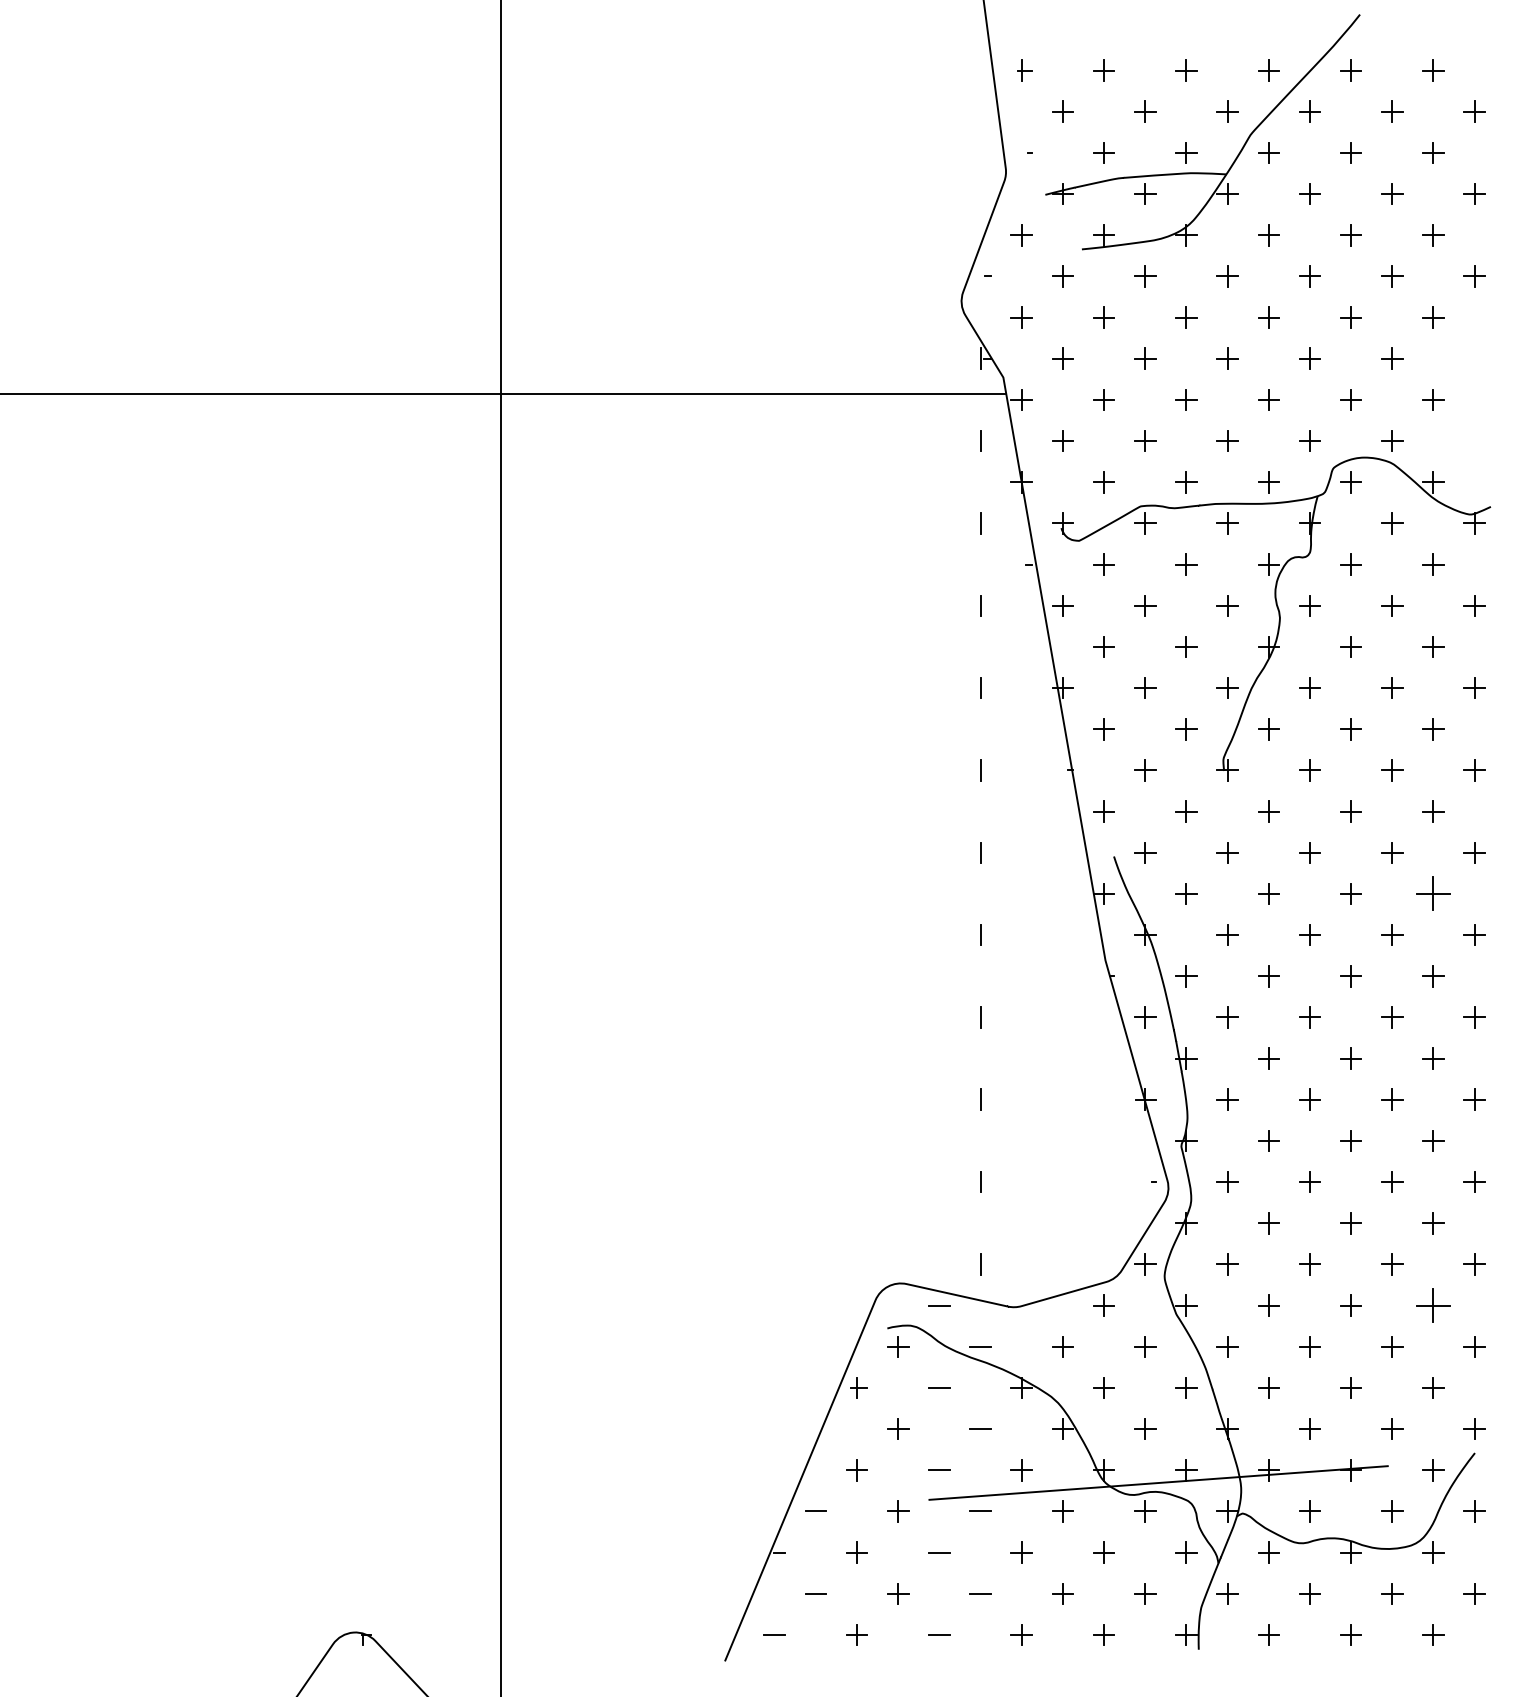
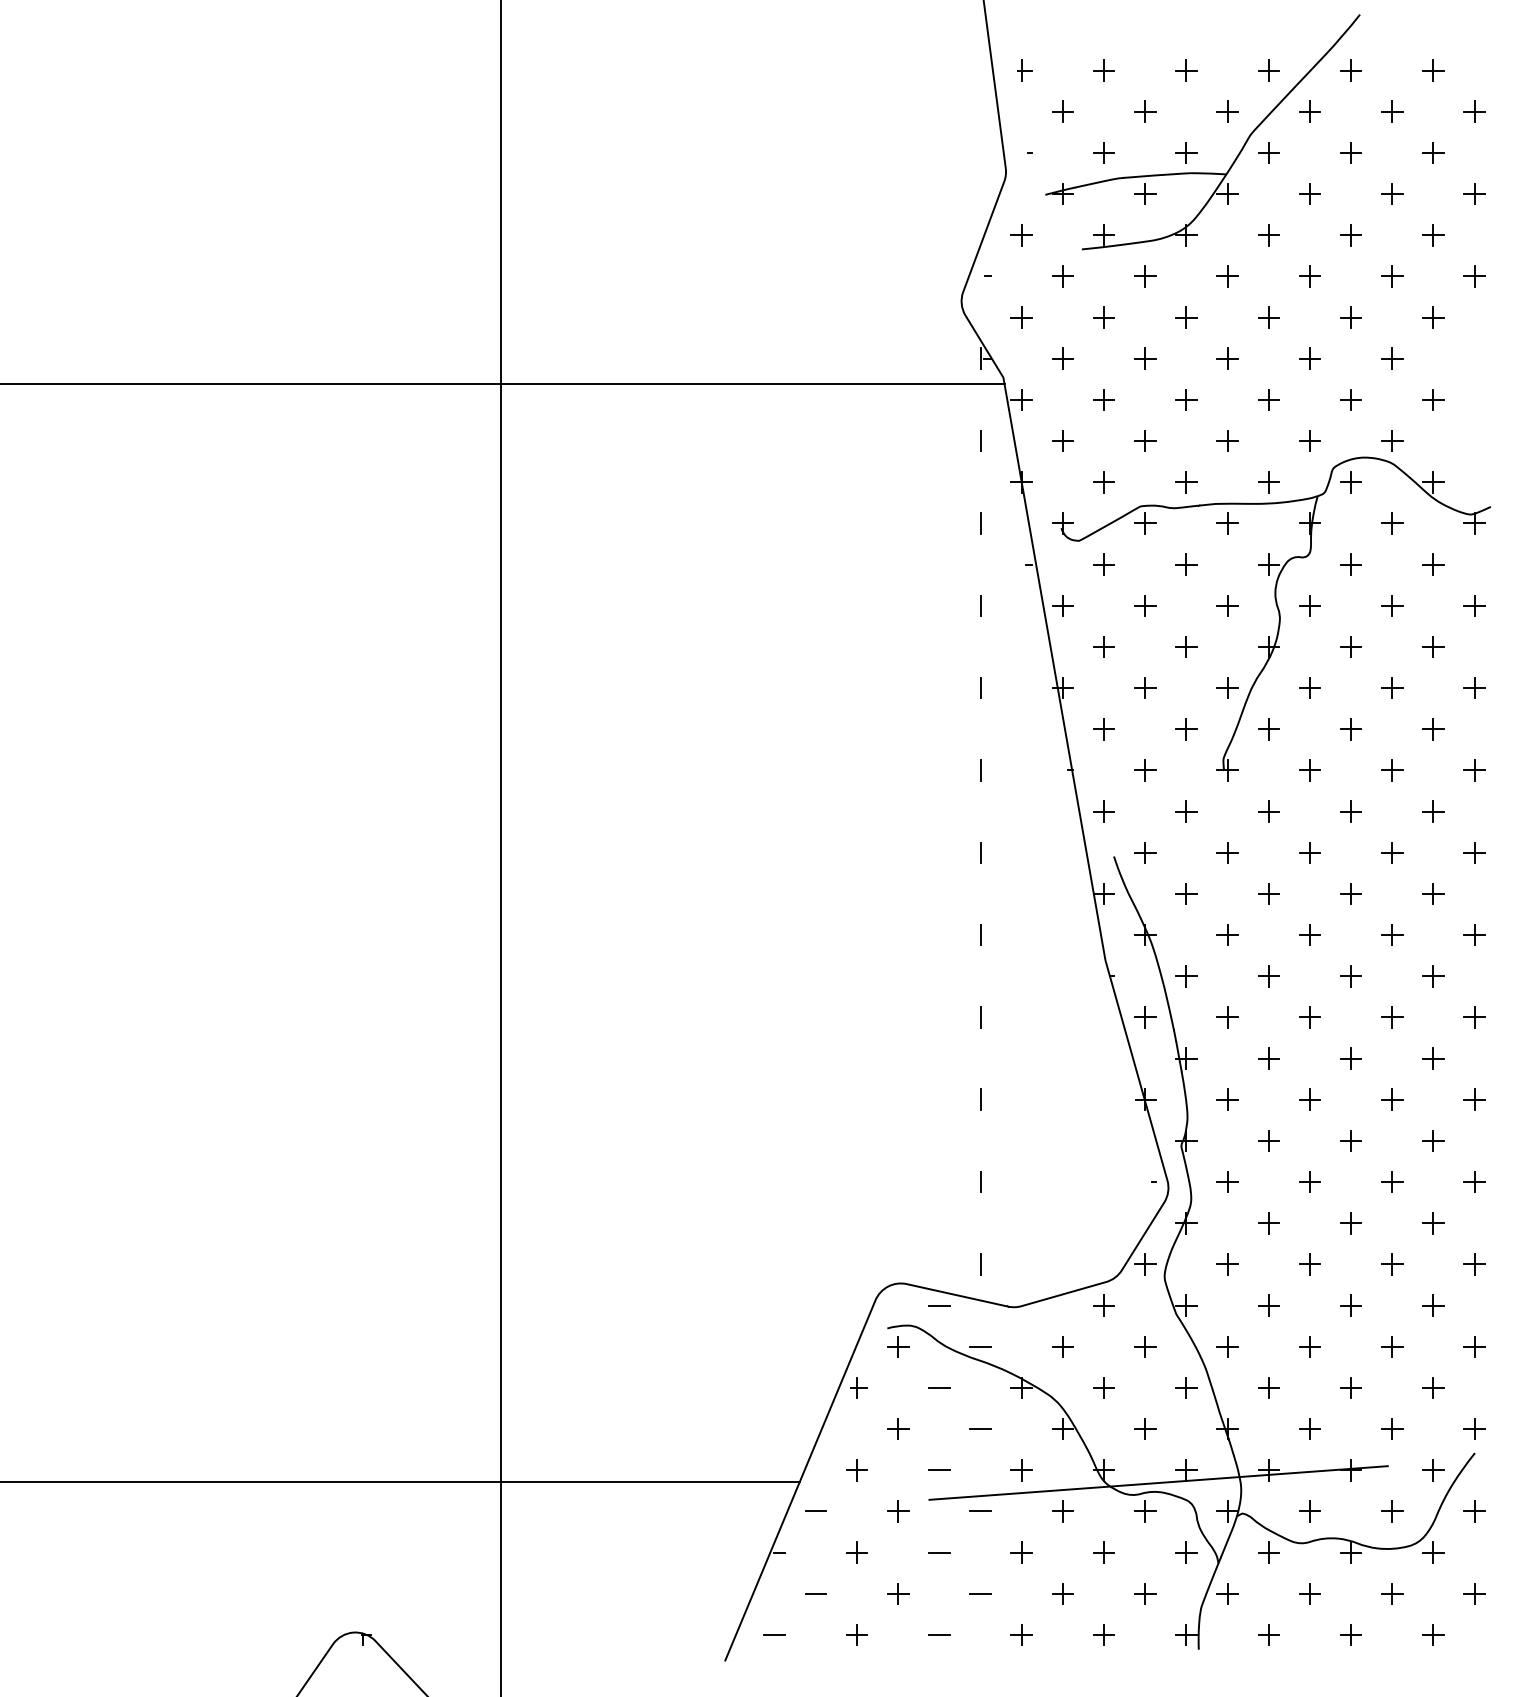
line at (503, 394) position: (503, 394) -> (503, 384)
part at (1433, 893) size: 35x35 px -> 23x22 px
part at (1433, 1305) size: 35x35 px -> 23x23 px
line at (400, 1481): none -> present
